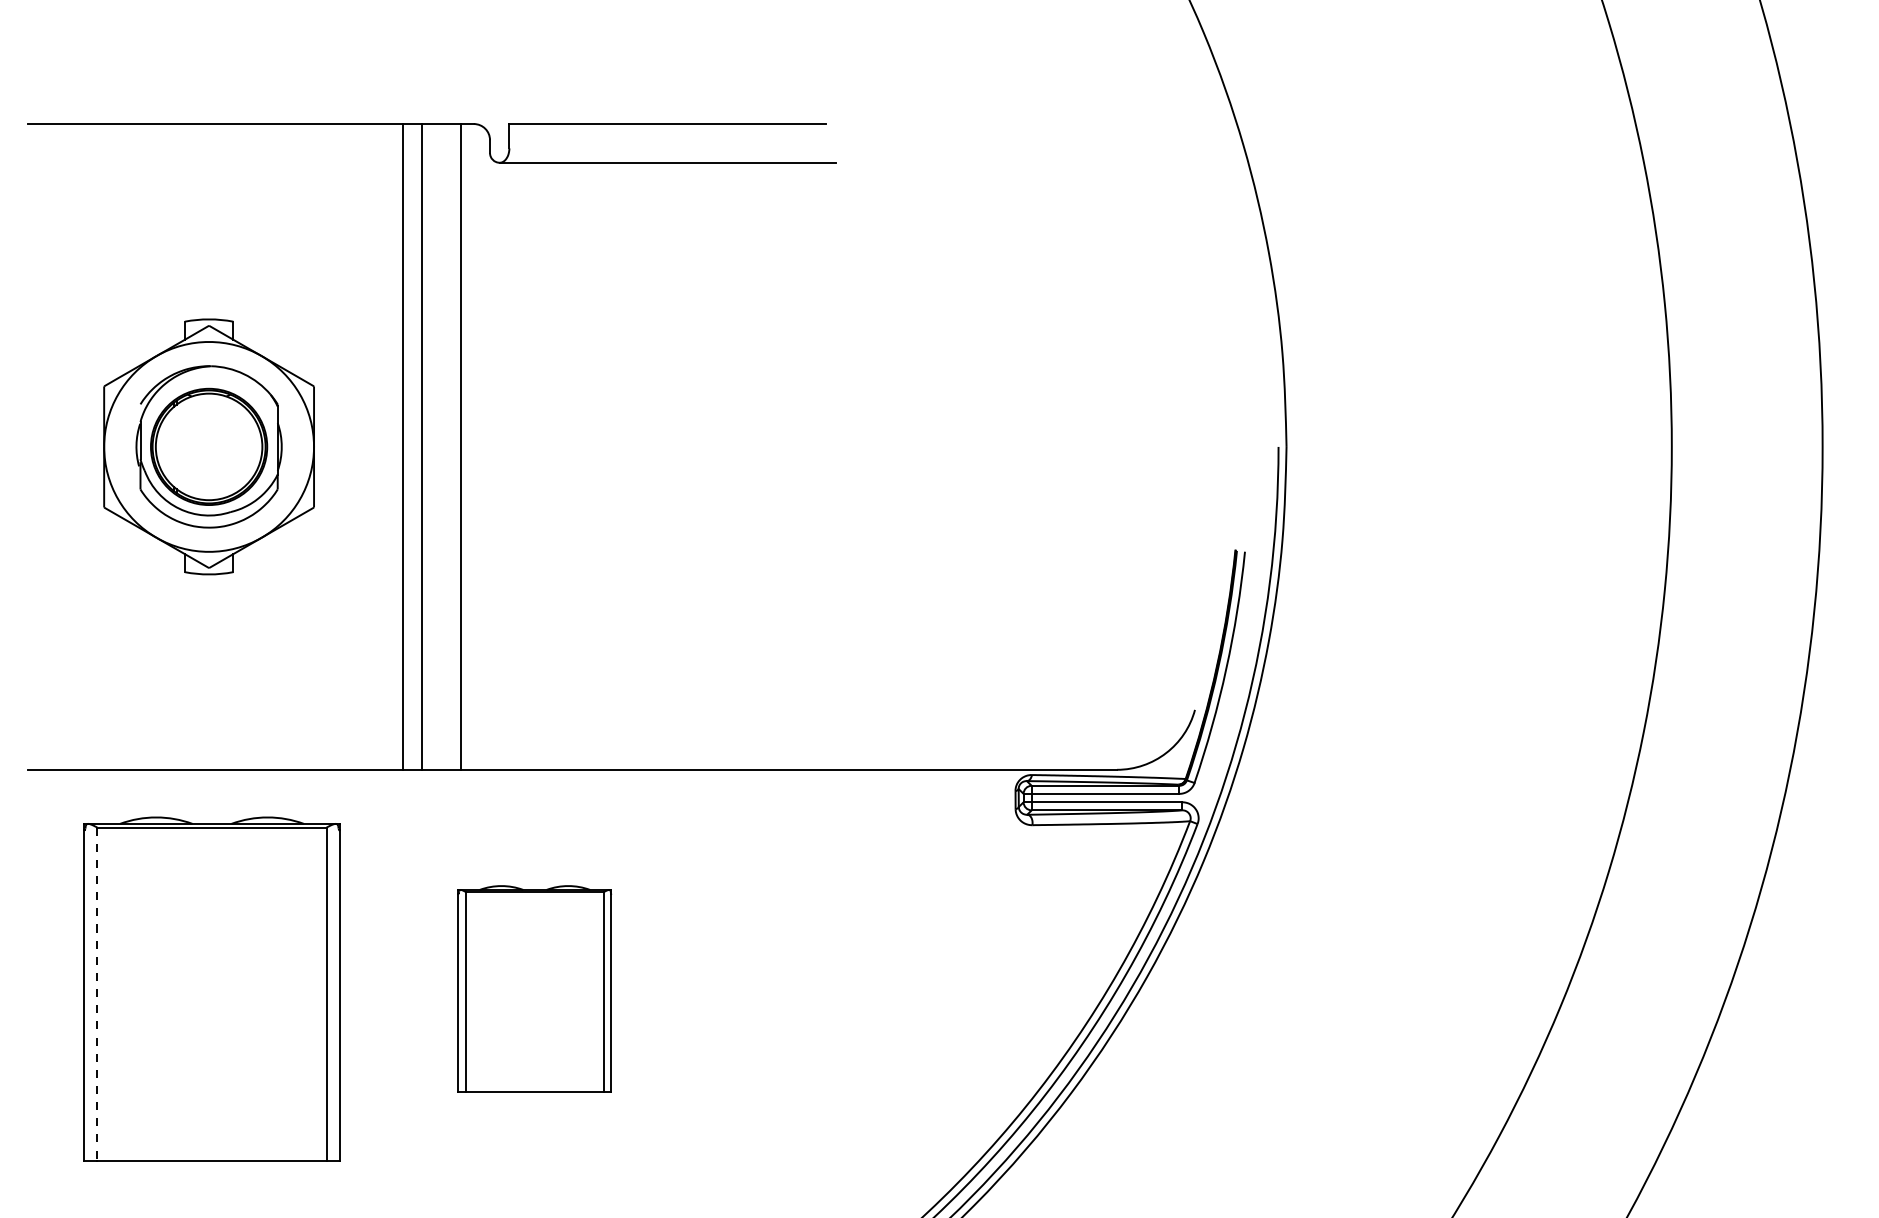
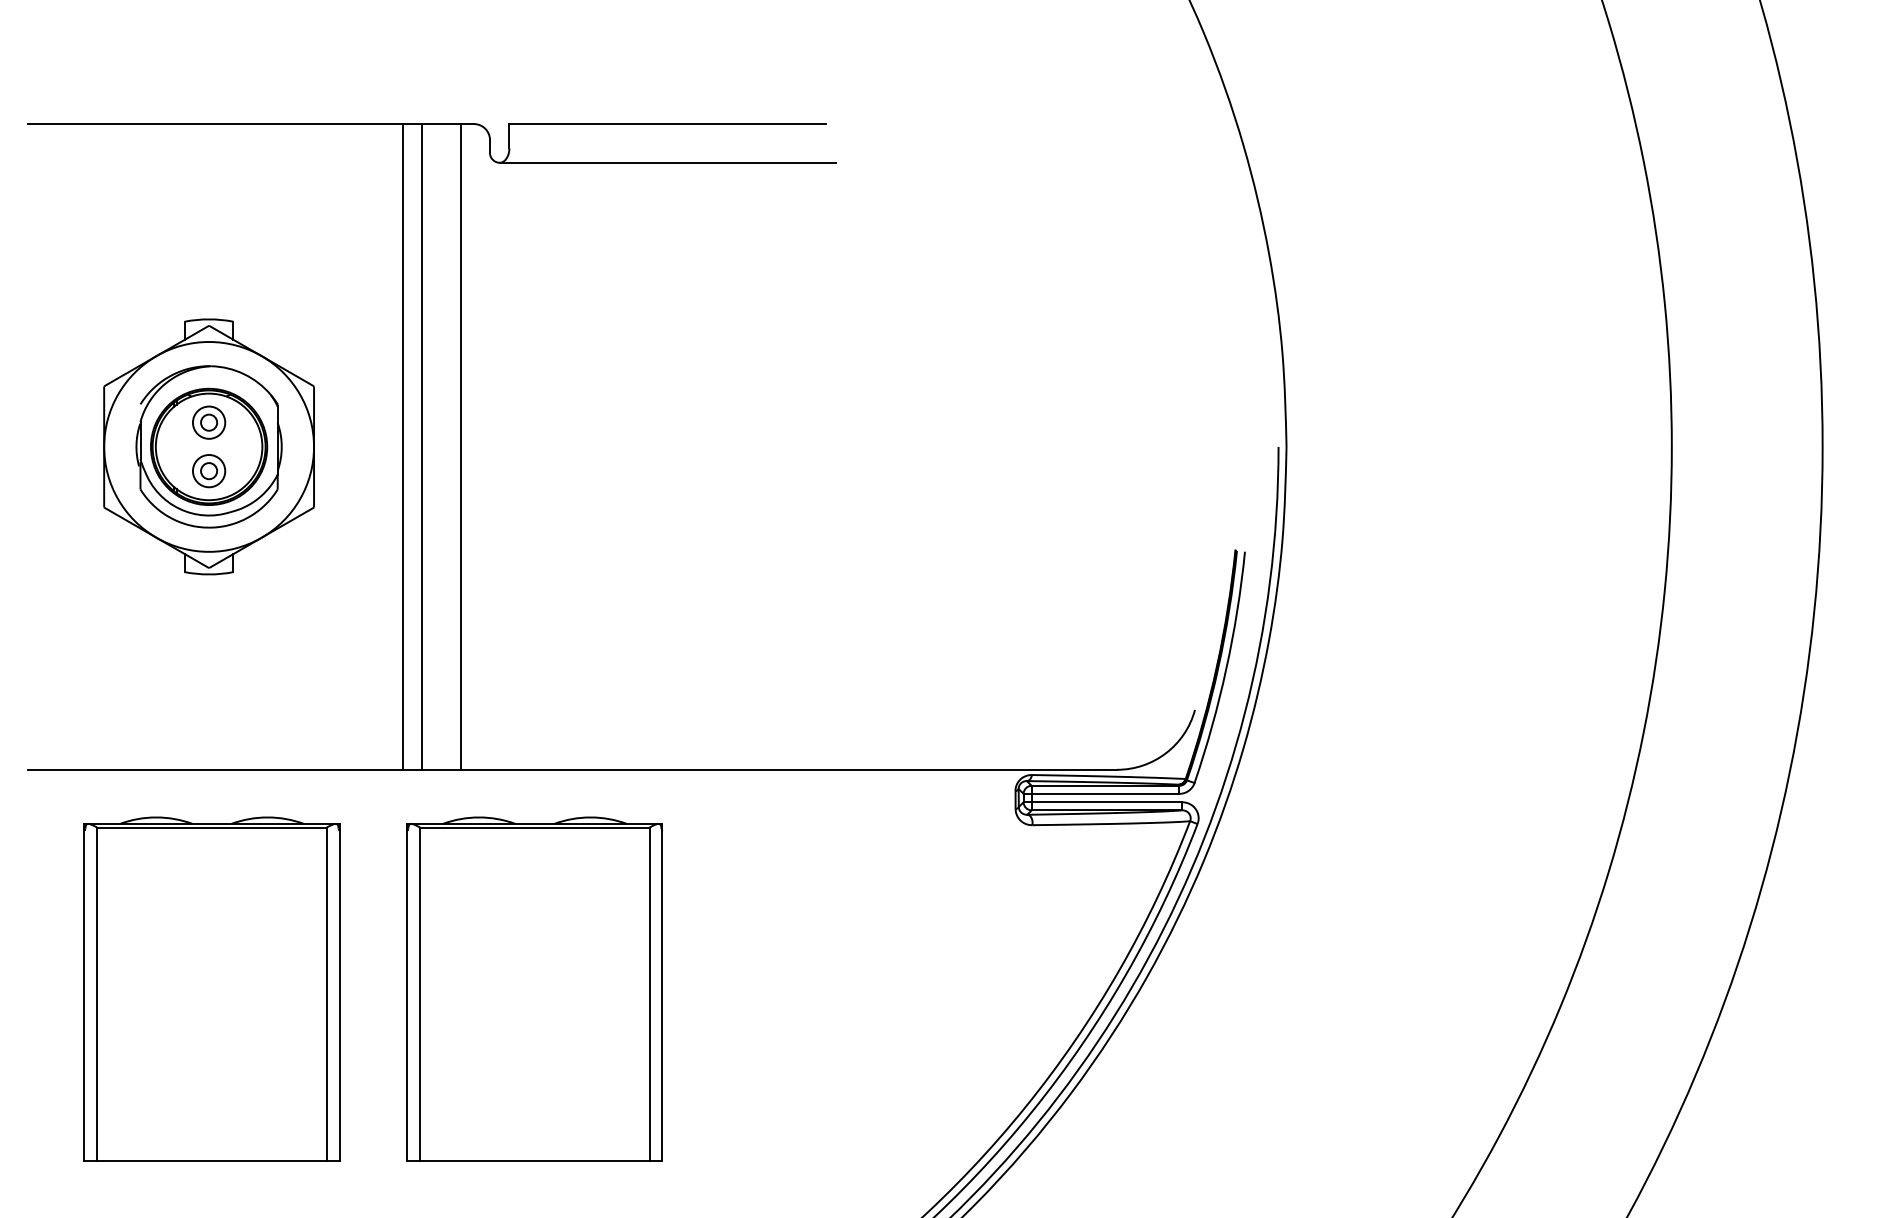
part at (209, 422): none -> present
part at (209, 471): none -> present
part at (534, 988) size: 156x208 px -> 258x346 px
line at (97, 994): dashed -> solid
